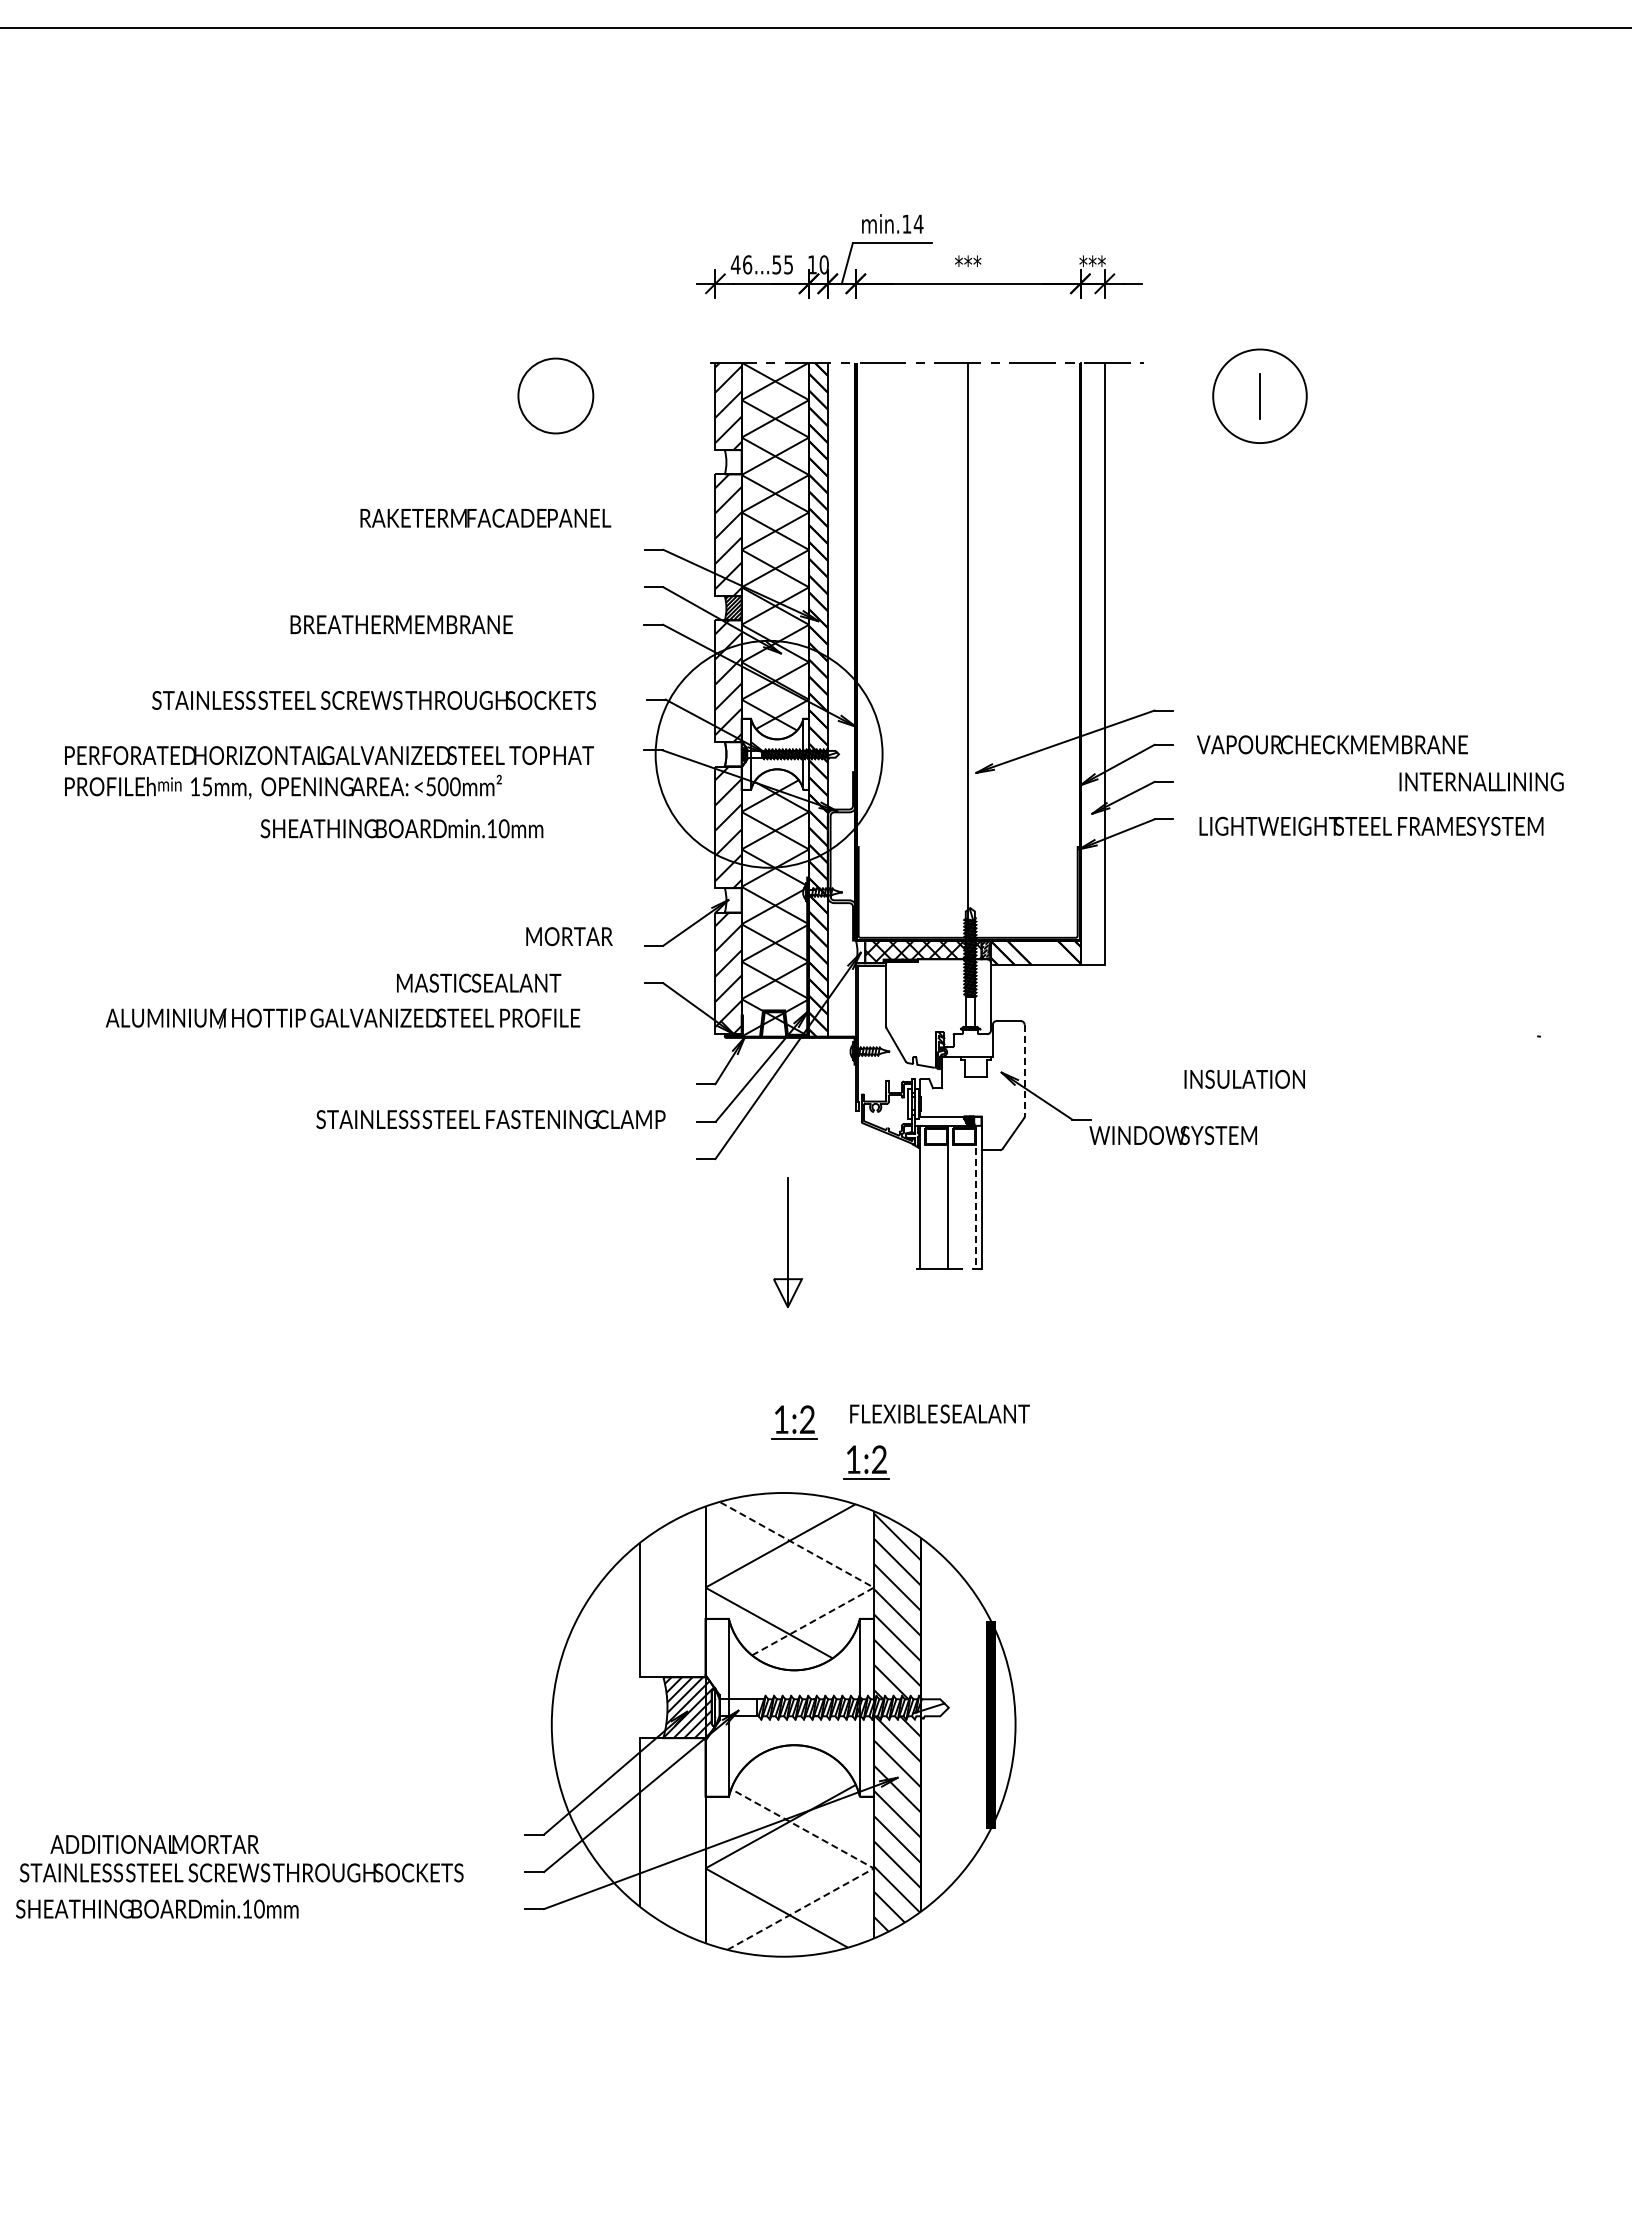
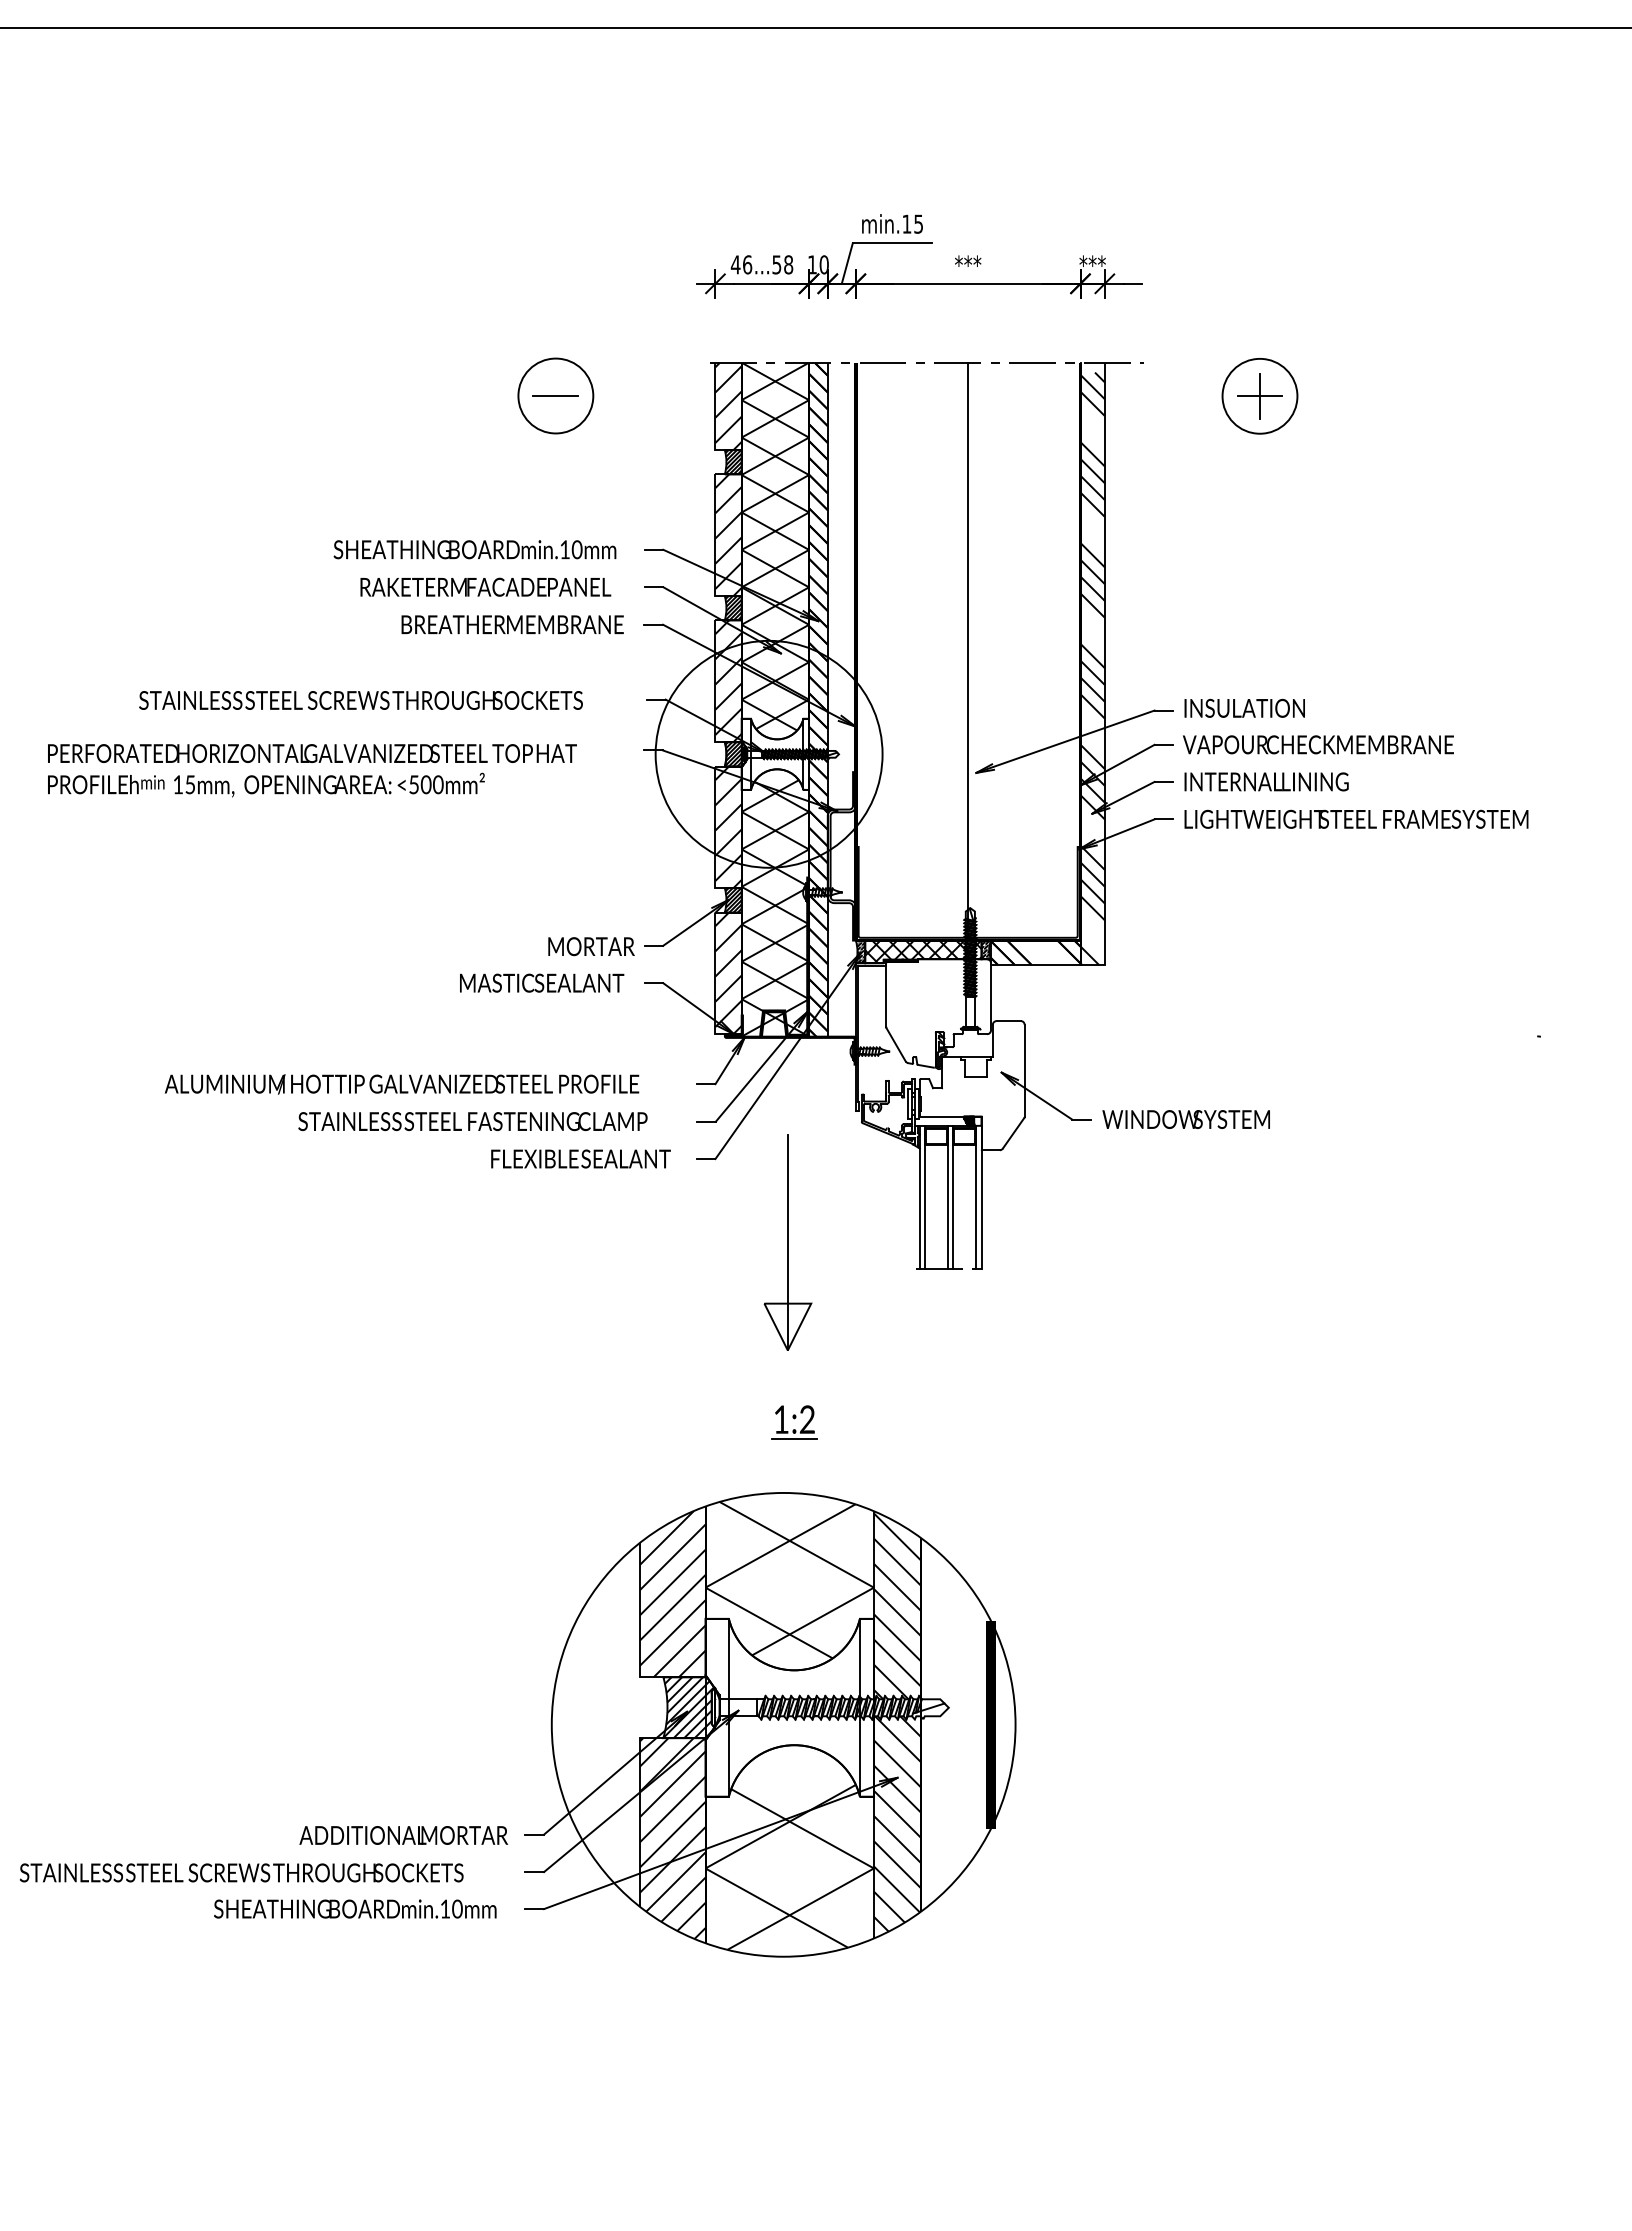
text at (918, 223): min.14 -> min.15
text at (788, 264): 46...55 -> 46...58
line at (555, 396): none -> present
circle at (1259, 396) diameter: 94 px -> 75 px
line at (1259, 396): none -> present
hatch at (733, 462): none -> present
text at (485, 517) position: (485, 517) -> (485, 586)
text at (401, 624) position: (401, 624) -> (512, 624)
hatch at (1092, 668): none -> present
text at (373, 700) position: (373, 700) -> (360, 700)
text at (1332, 744) position: (1332, 744) -> (1318, 744)
hatch at (734, 754): none -> present
text at (329, 772) position: (329, 772) -> (312, 770)
text at (1481, 781) position: (1481, 781) -> (1266, 781)
text at (1371, 825) position: (1371, 825) -> (1356, 818)
text at (401, 828) position: (401, 828) -> (474, 549)
hatch at (733, 900): none -> present
text at (569, 936) position: (569, 936) -> (591, 946)
hatch at (860, 951): none -> present
text at (479, 982) position: (479, 982) -> (542, 982)
text at (342, 1018) position: (342, 1018) -> (401, 1084)
line at (1024, 1071): dashed -> solid
text at (1244, 1078) position: (1244, 1078) -> (1244, 707)
text at (490, 1119) position: (490, 1119) -> (472, 1121)
text at (1172, 1135) position: (1172, 1135) -> (1185, 1119)
line at (925, 1196): none -> present
line at (953, 1196): none -> present
line at (975, 1197): dashed -> solid
part at (788, 1242) size: 31x131 px -> 50x217 px
text at (939, 1413) position: (939, 1413) -> (580, 1158)
part at (866, 1462): present -> none
line at (858, 1578): dashed -> solid
hatch at (672, 1594): none -> present
hatch at (672, 1838): none -> present
text at (154, 1844) position: (154, 1844) -> (403, 1835)
line at (873, 1868): dashed -> solid
text at (157, 1908) position: (157, 1908) -> (355, 1908)
